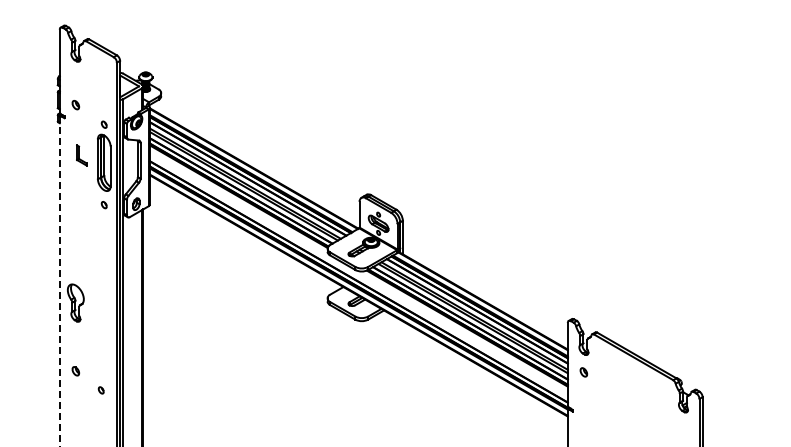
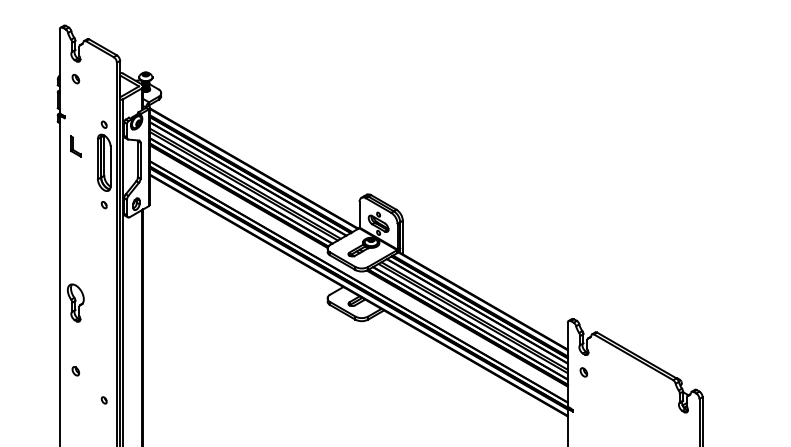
part at (75, 105) position: (75, 105) -> (75, 79)
part at (81, 155) position: (81, 155) -> (75, 146)
line at (59, 281): dashed -> solid
part at (100, 390) position: (100, 390) -> (103, 400)
